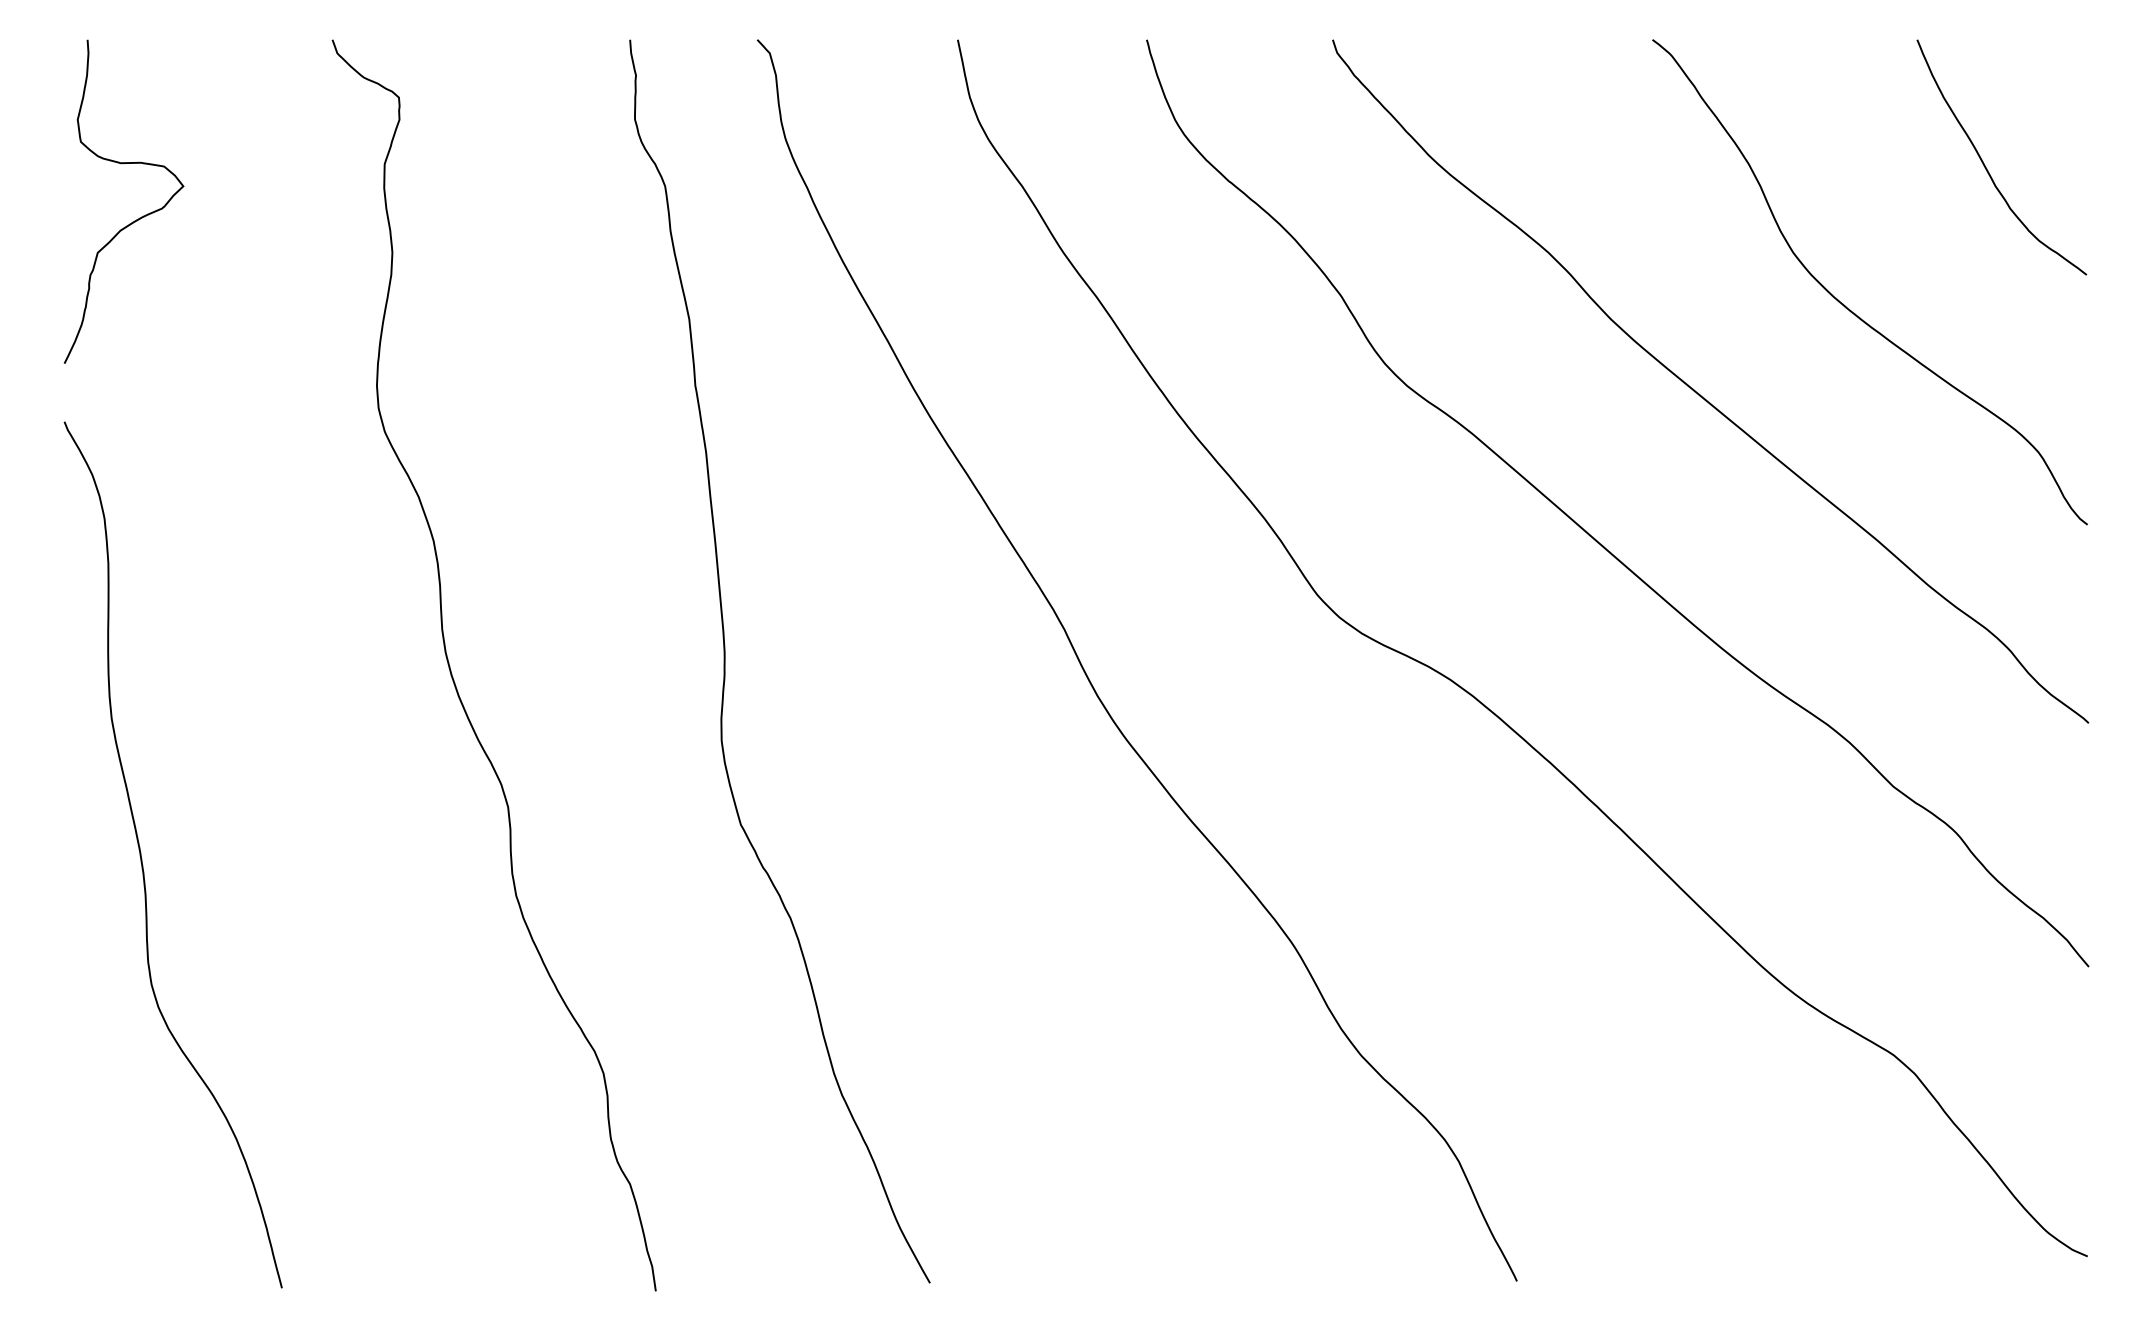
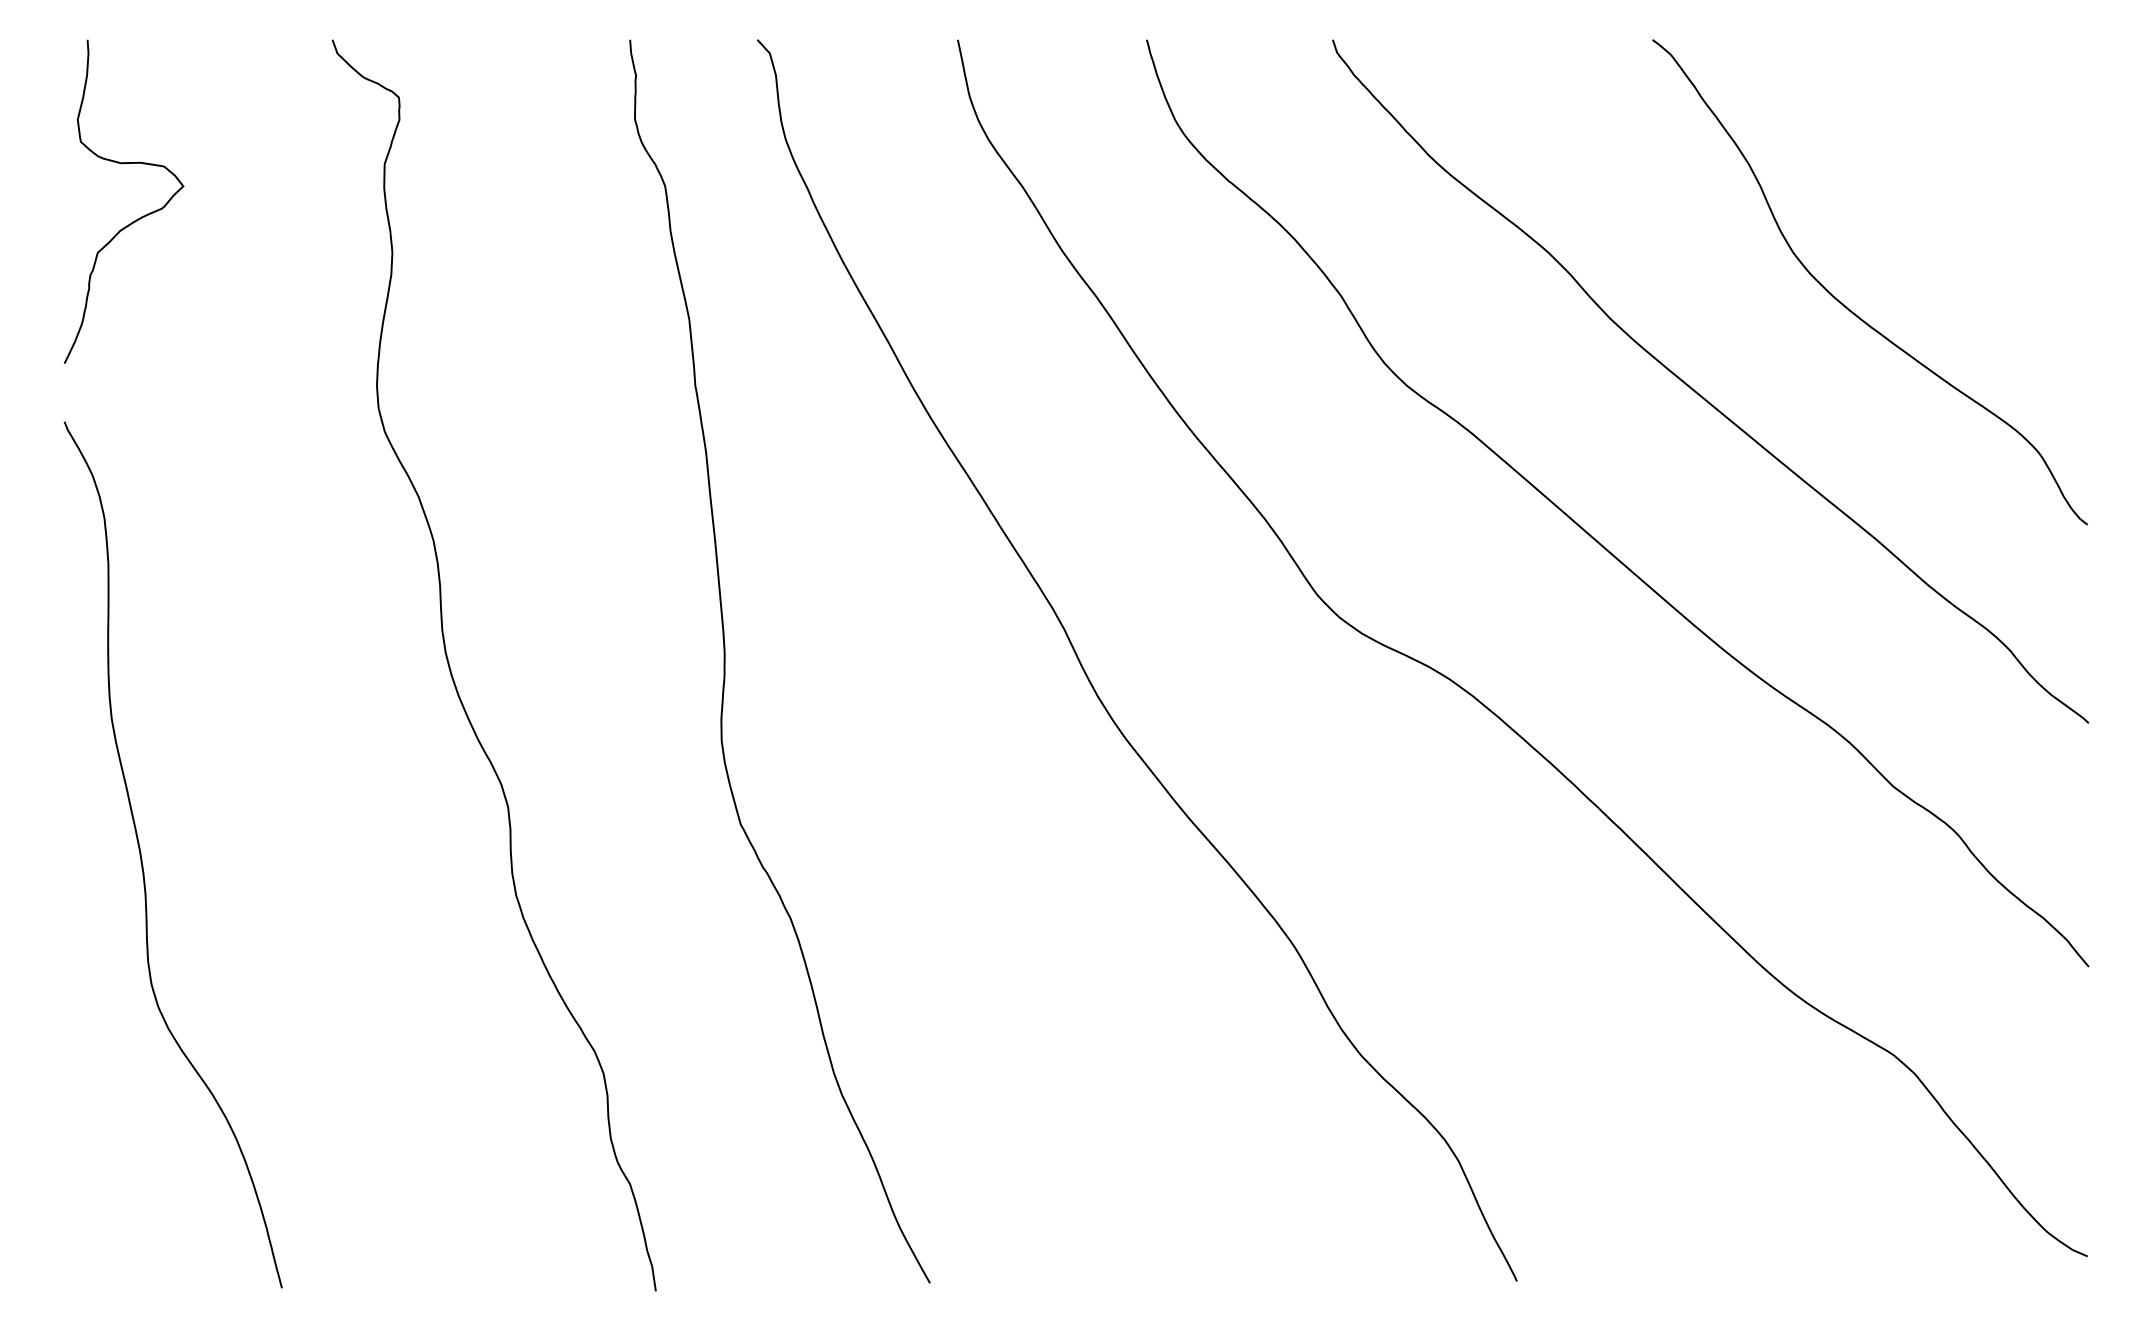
curve at (1987, 168): present -> none
